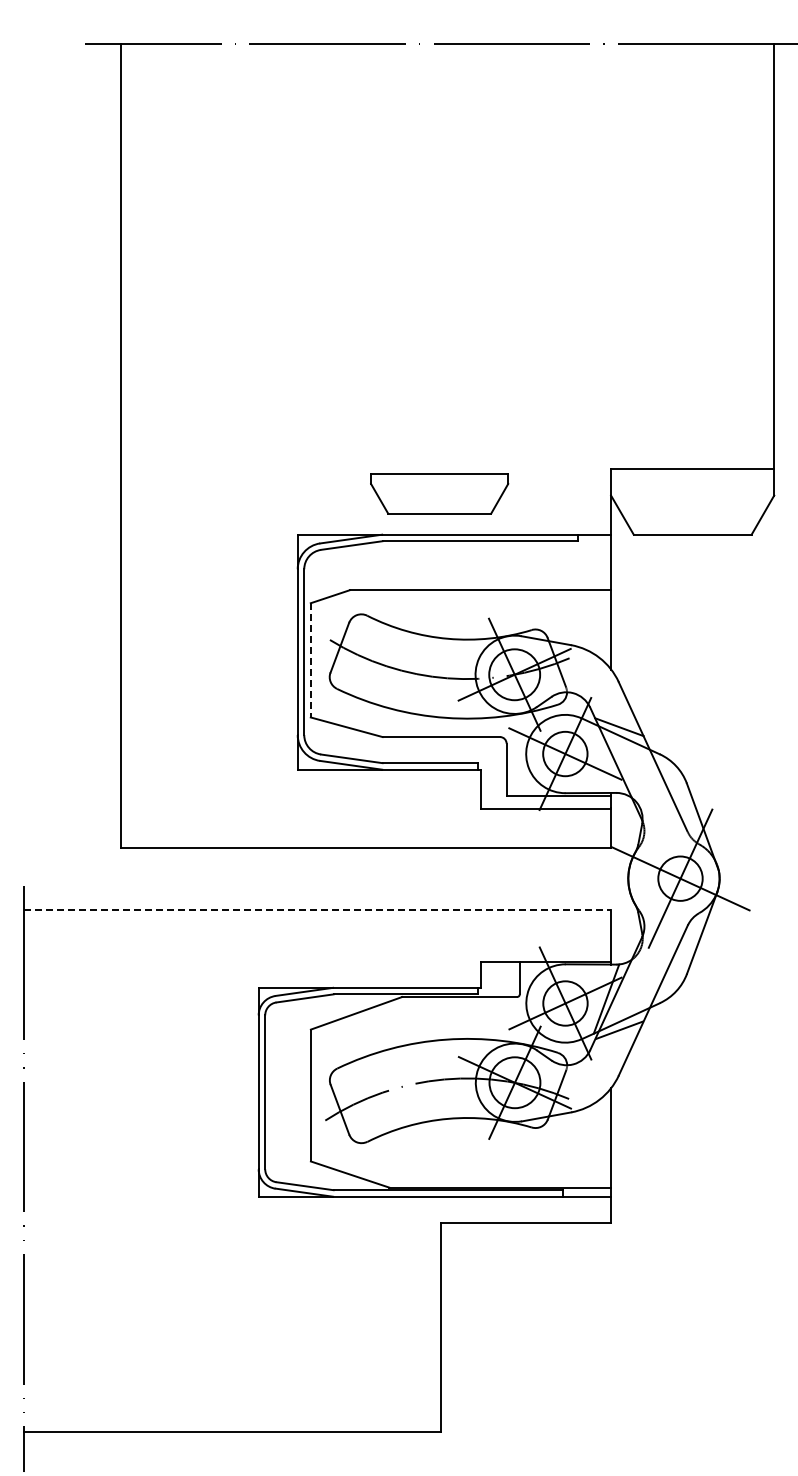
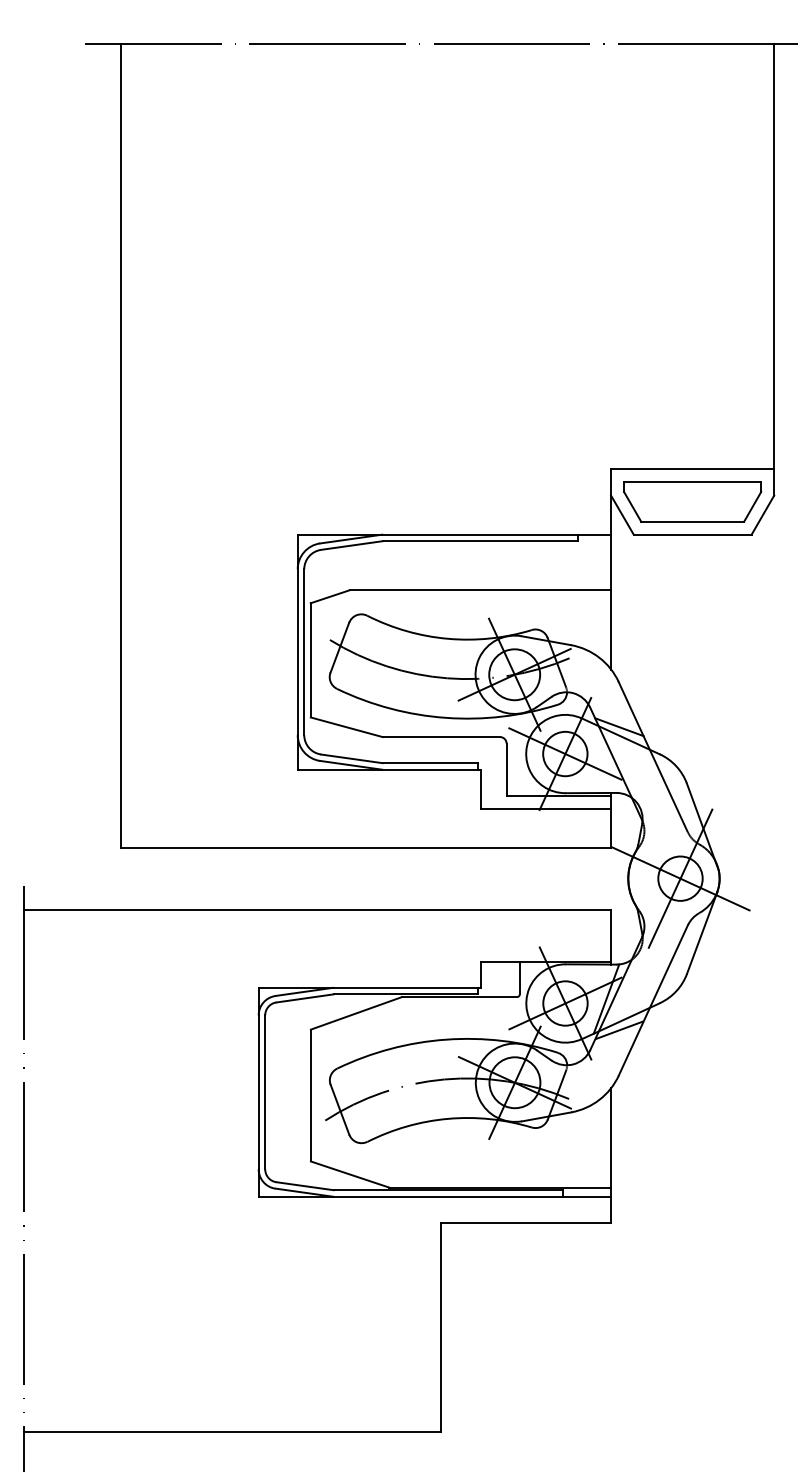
part at (439, 493) position: (439, 493) -> (692, 501)
line at (310, 660): dashed -> solid
line at (317, 909): dashed -> solid
